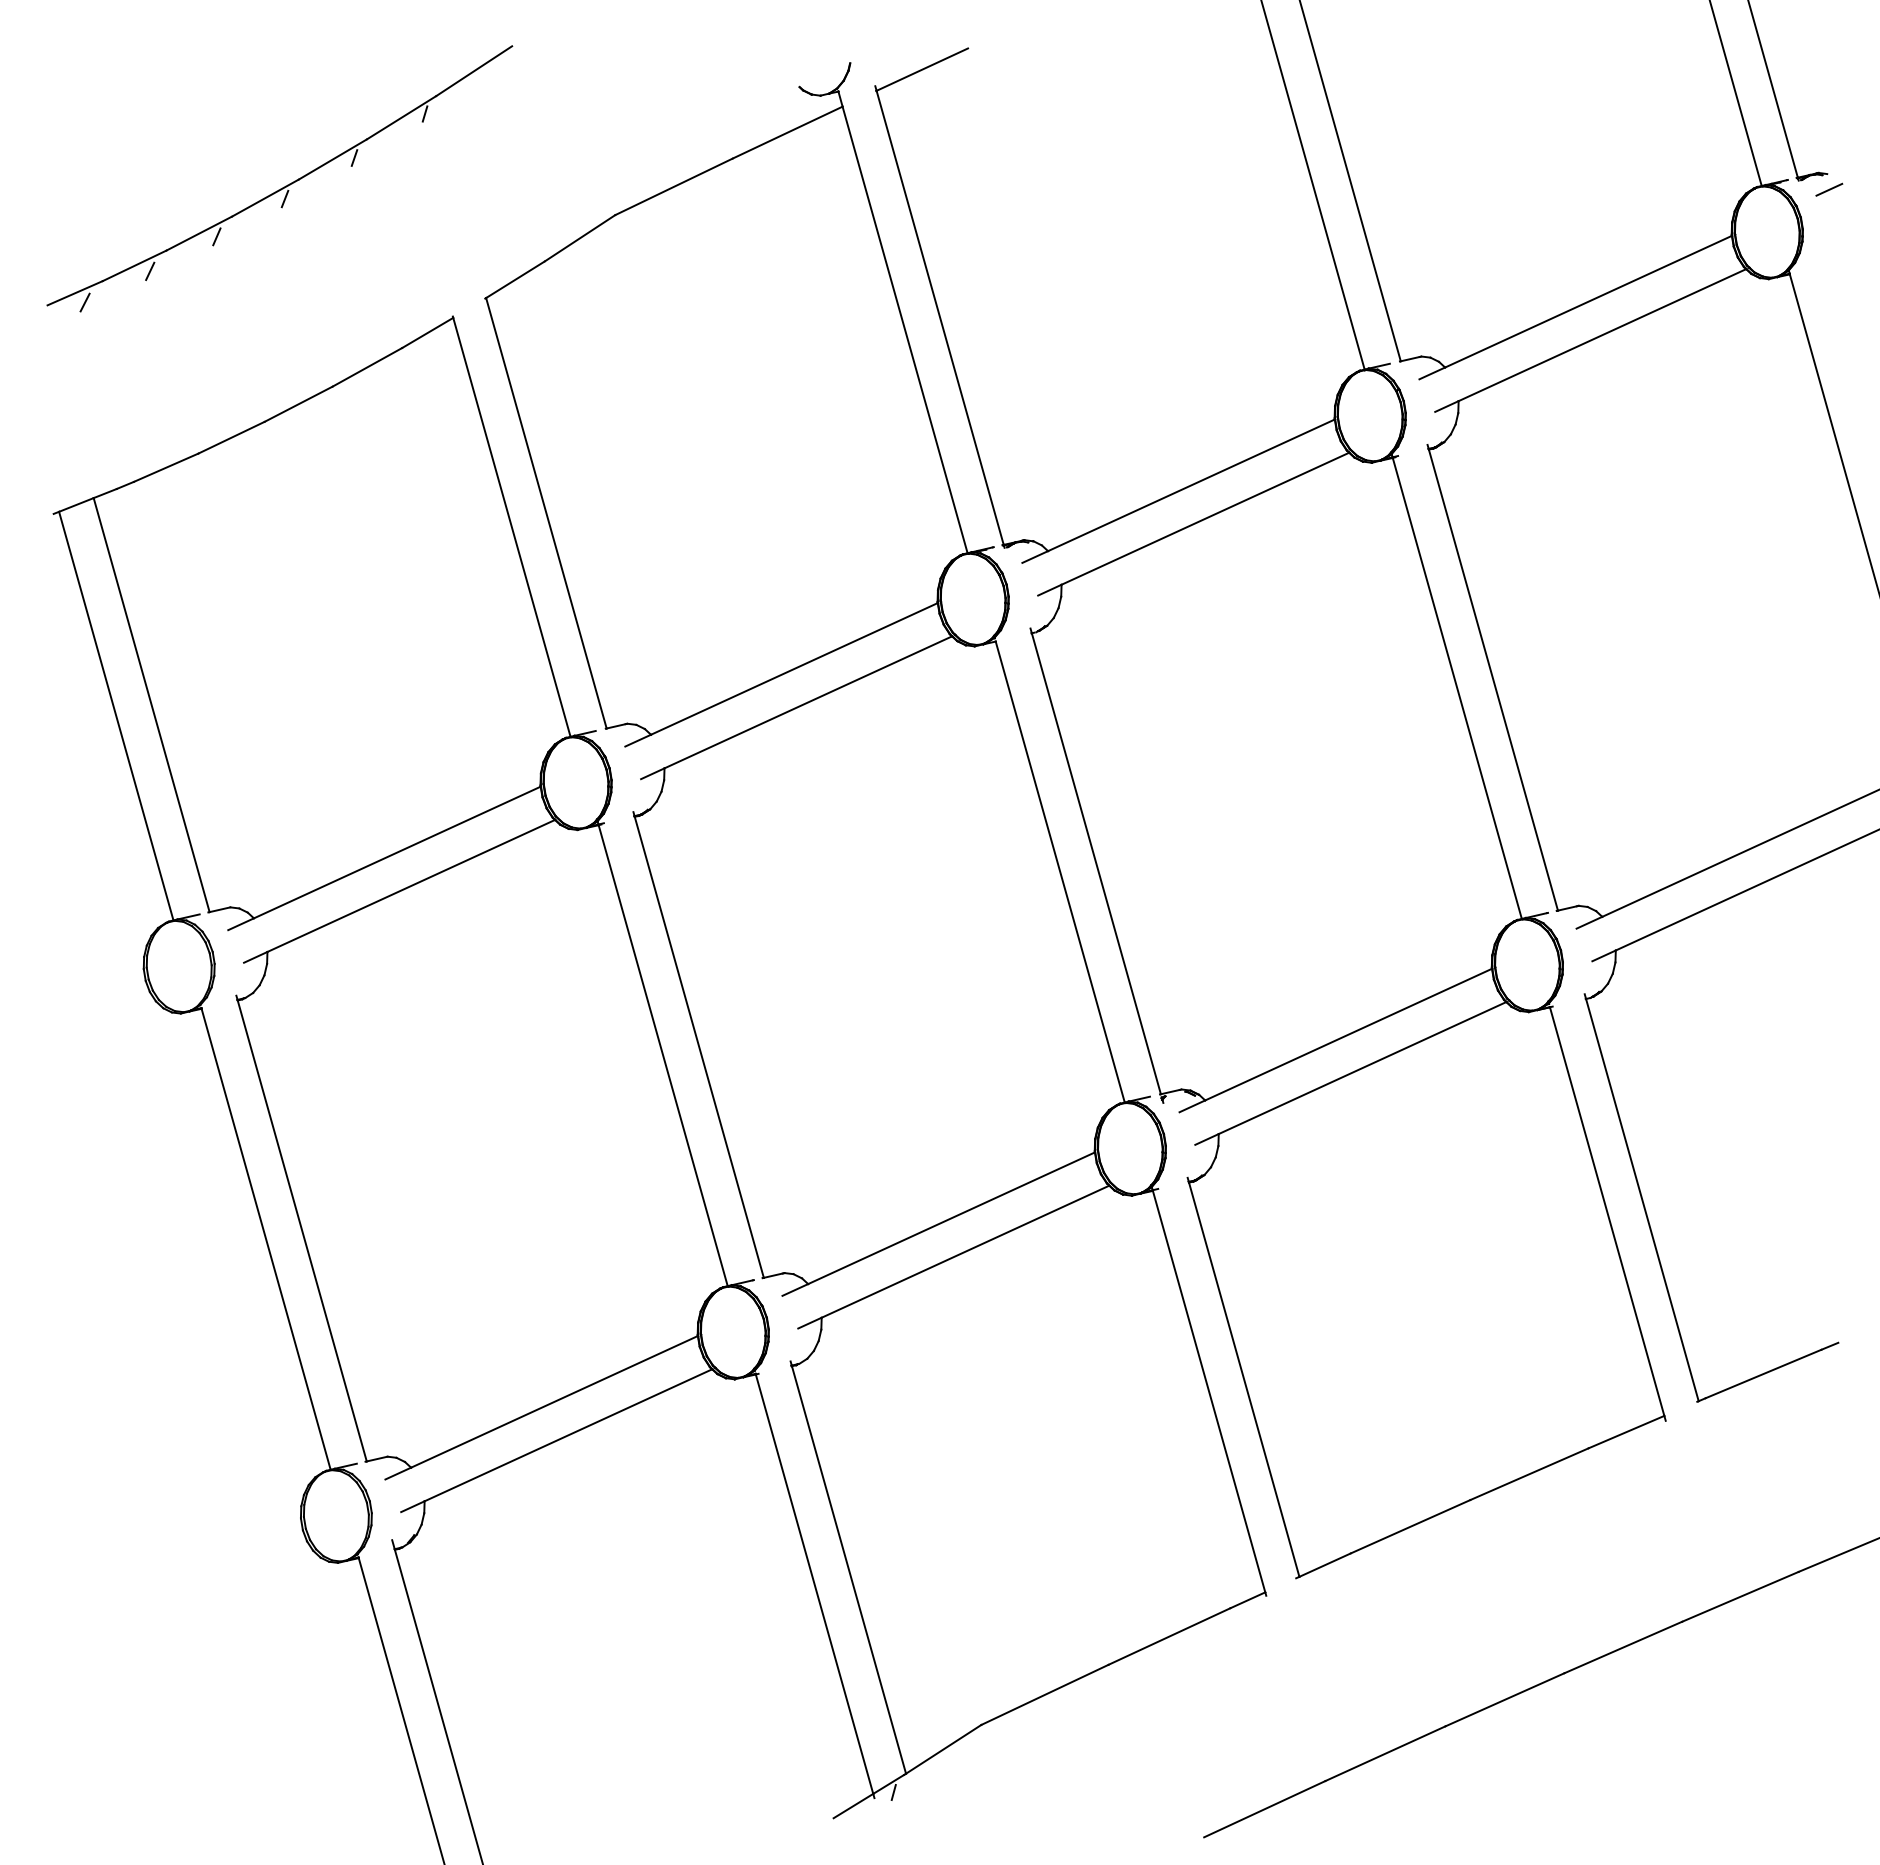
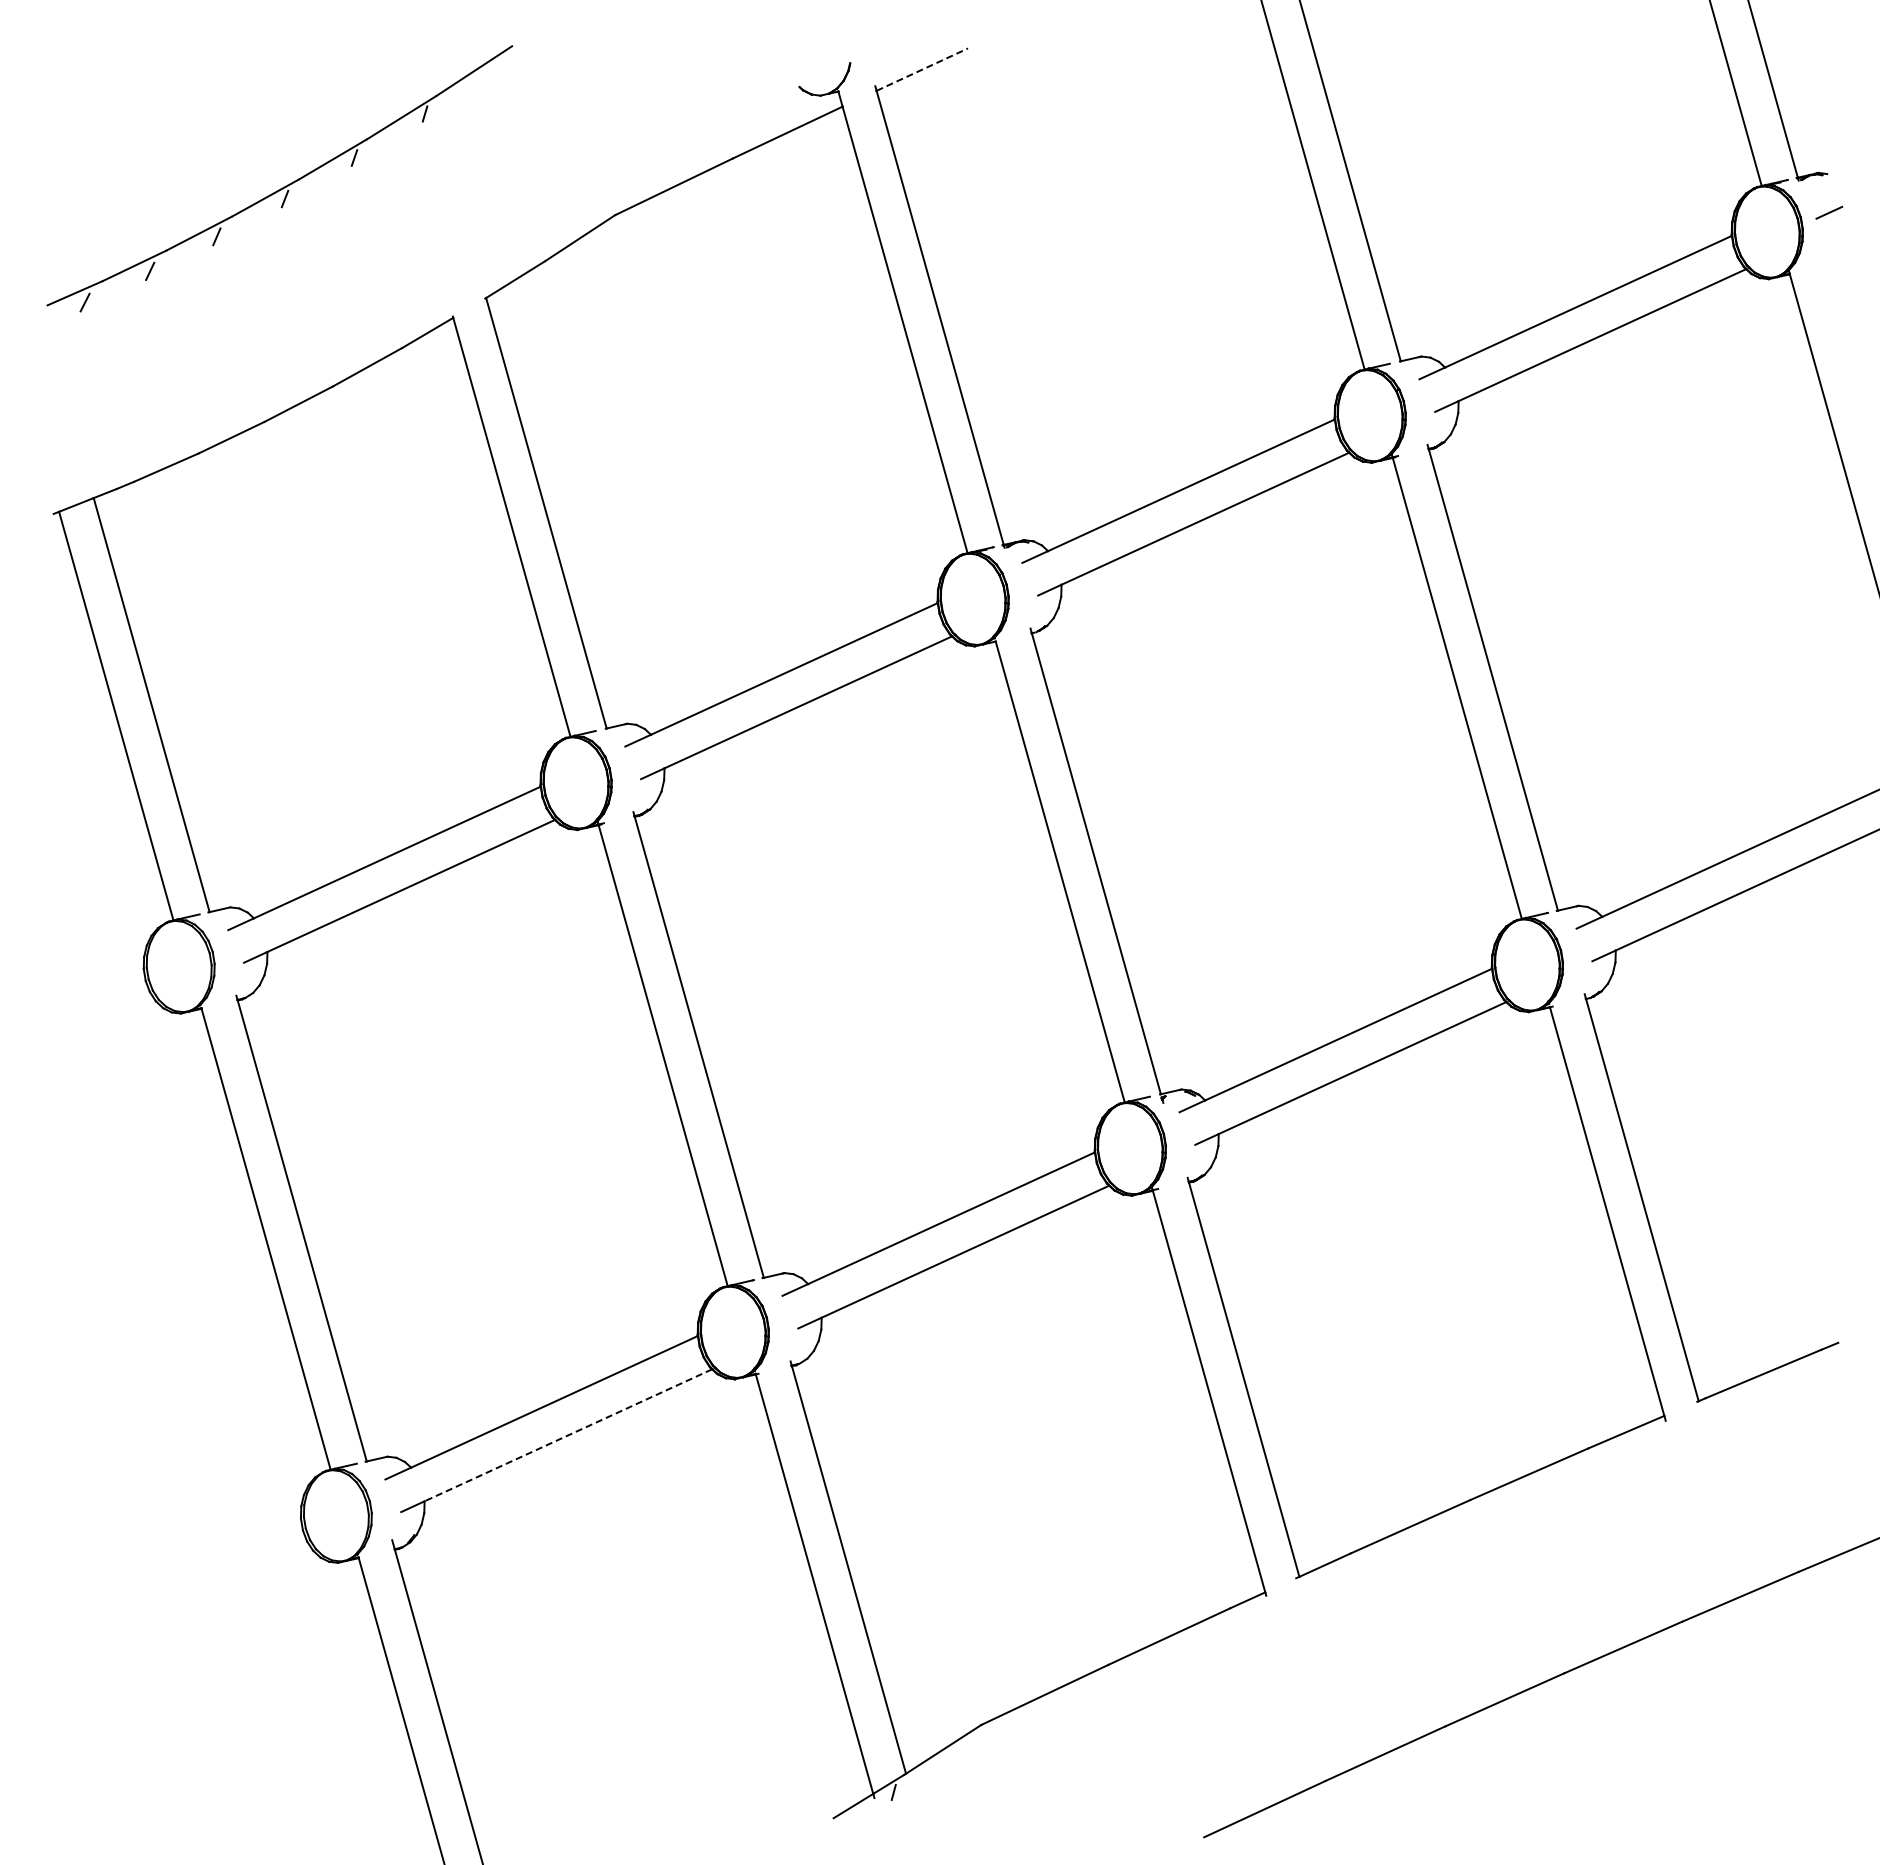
line at (922, 69): solid -> dashed
line at (1829, 189) position: (1829, 189) -> (1829, 212)
line at (567, 1435): solid -> dashed
